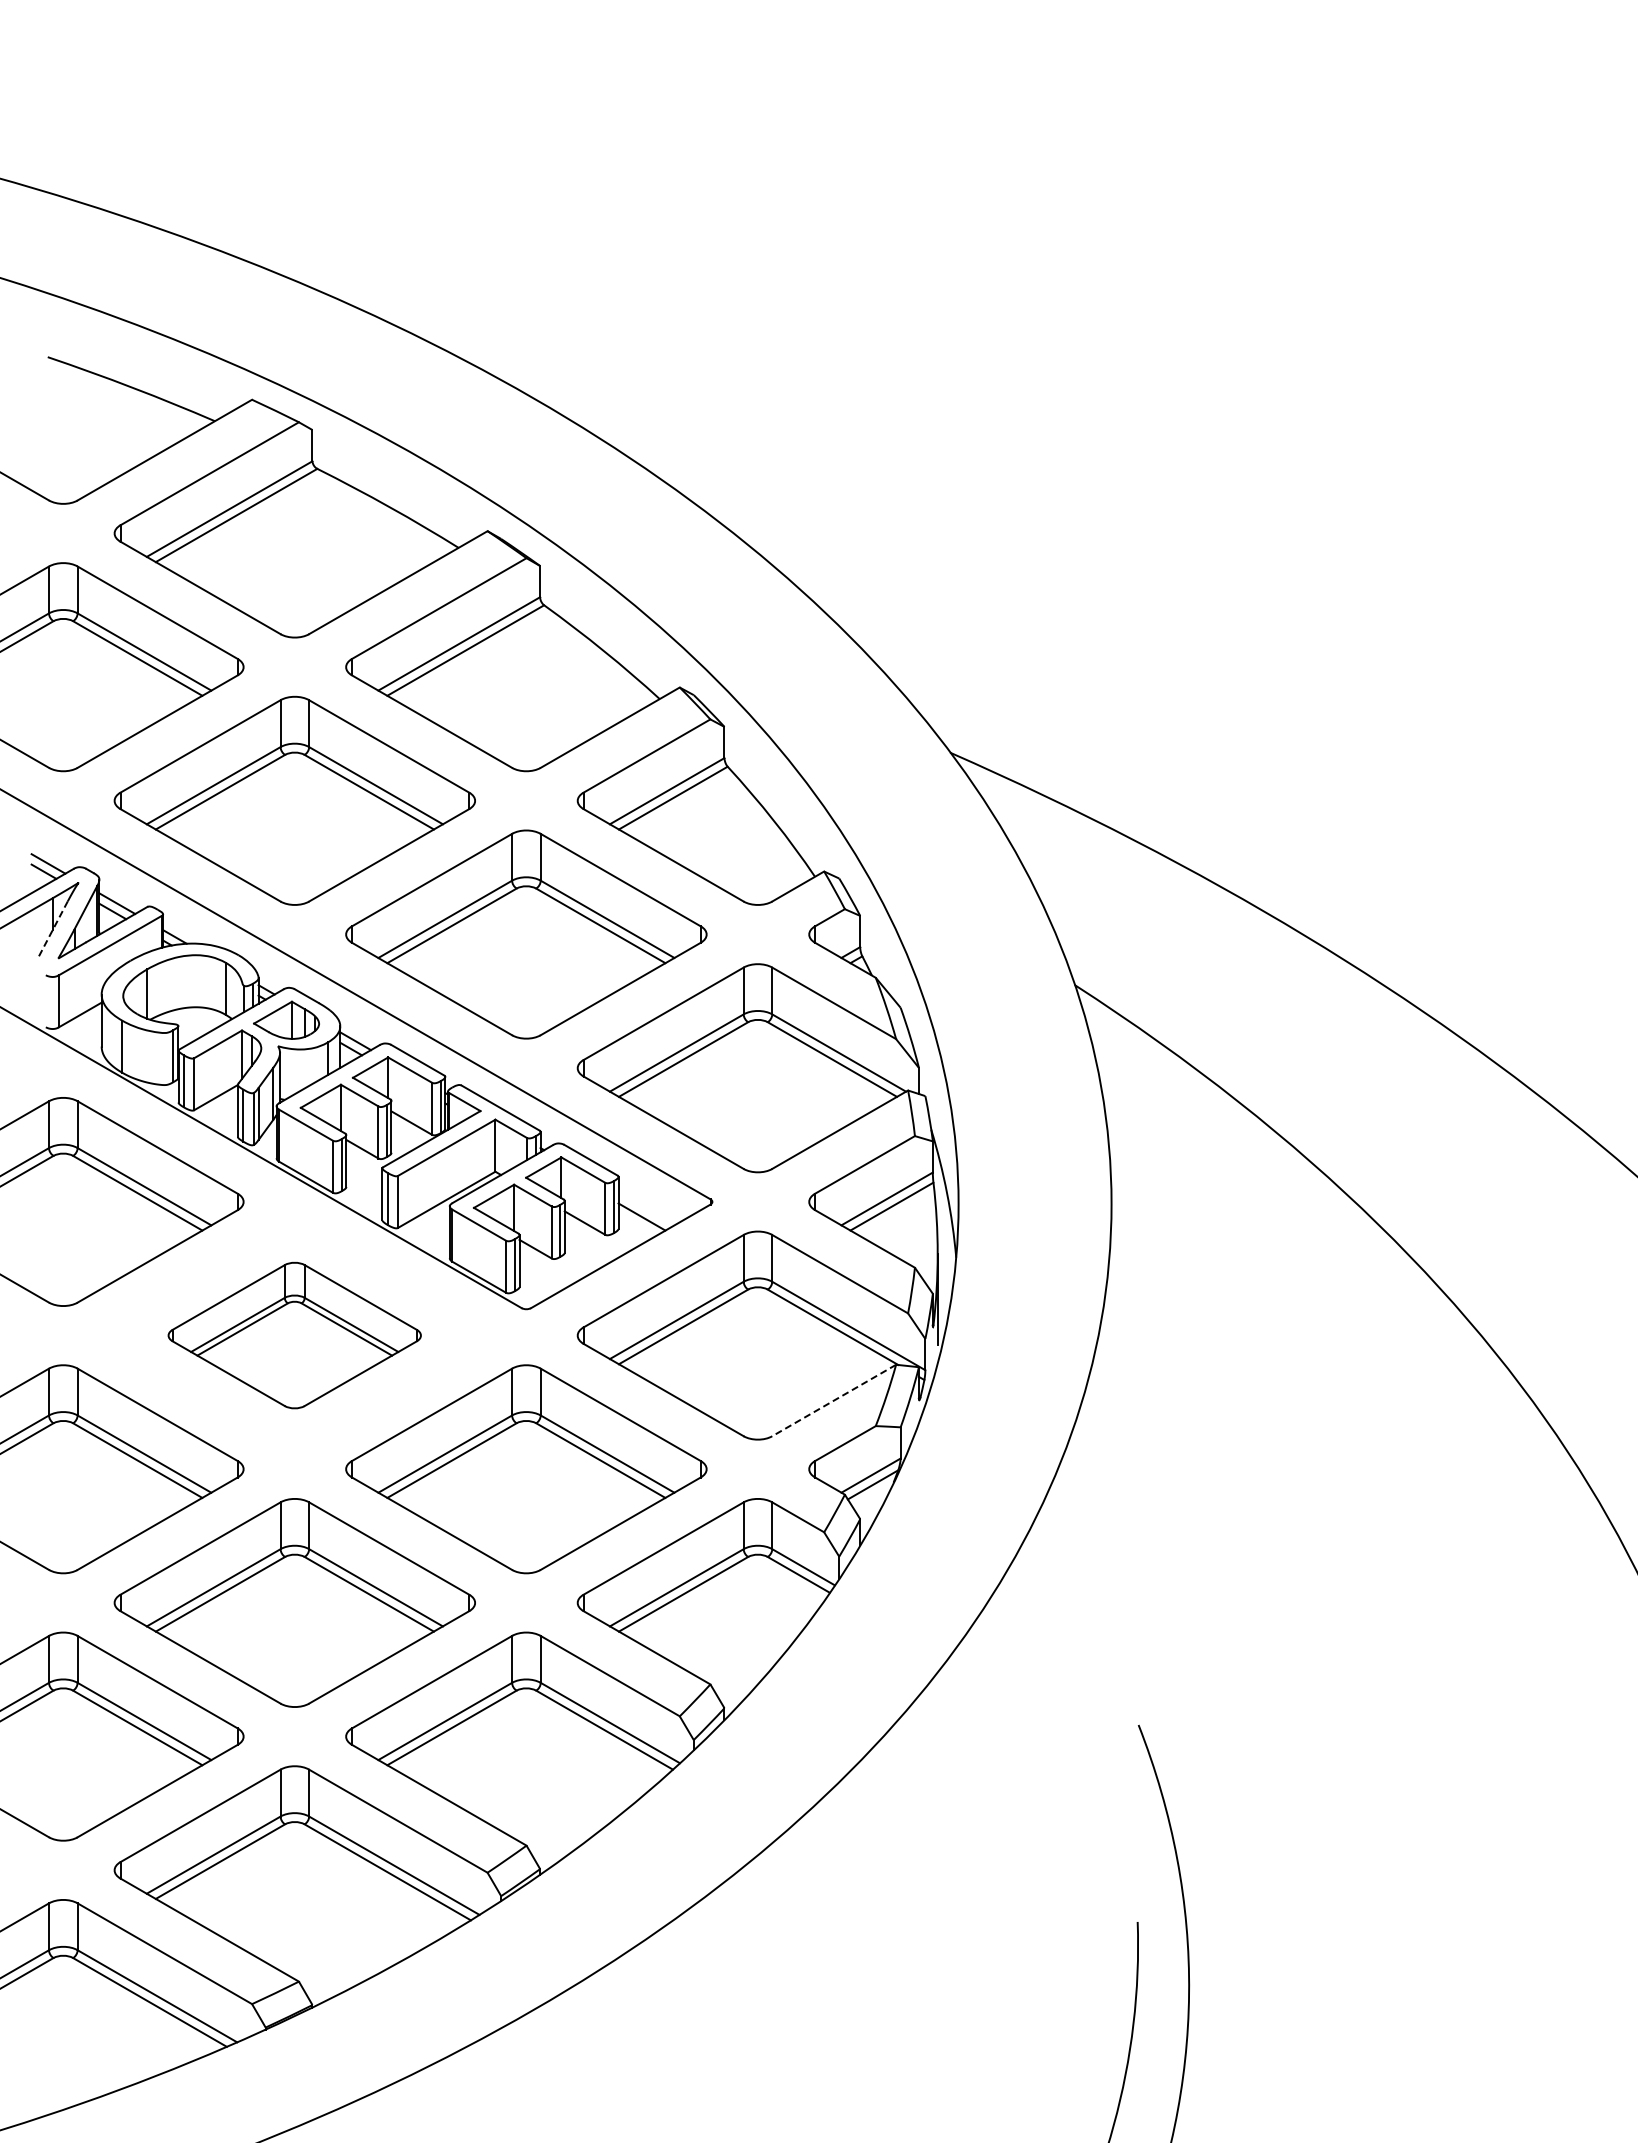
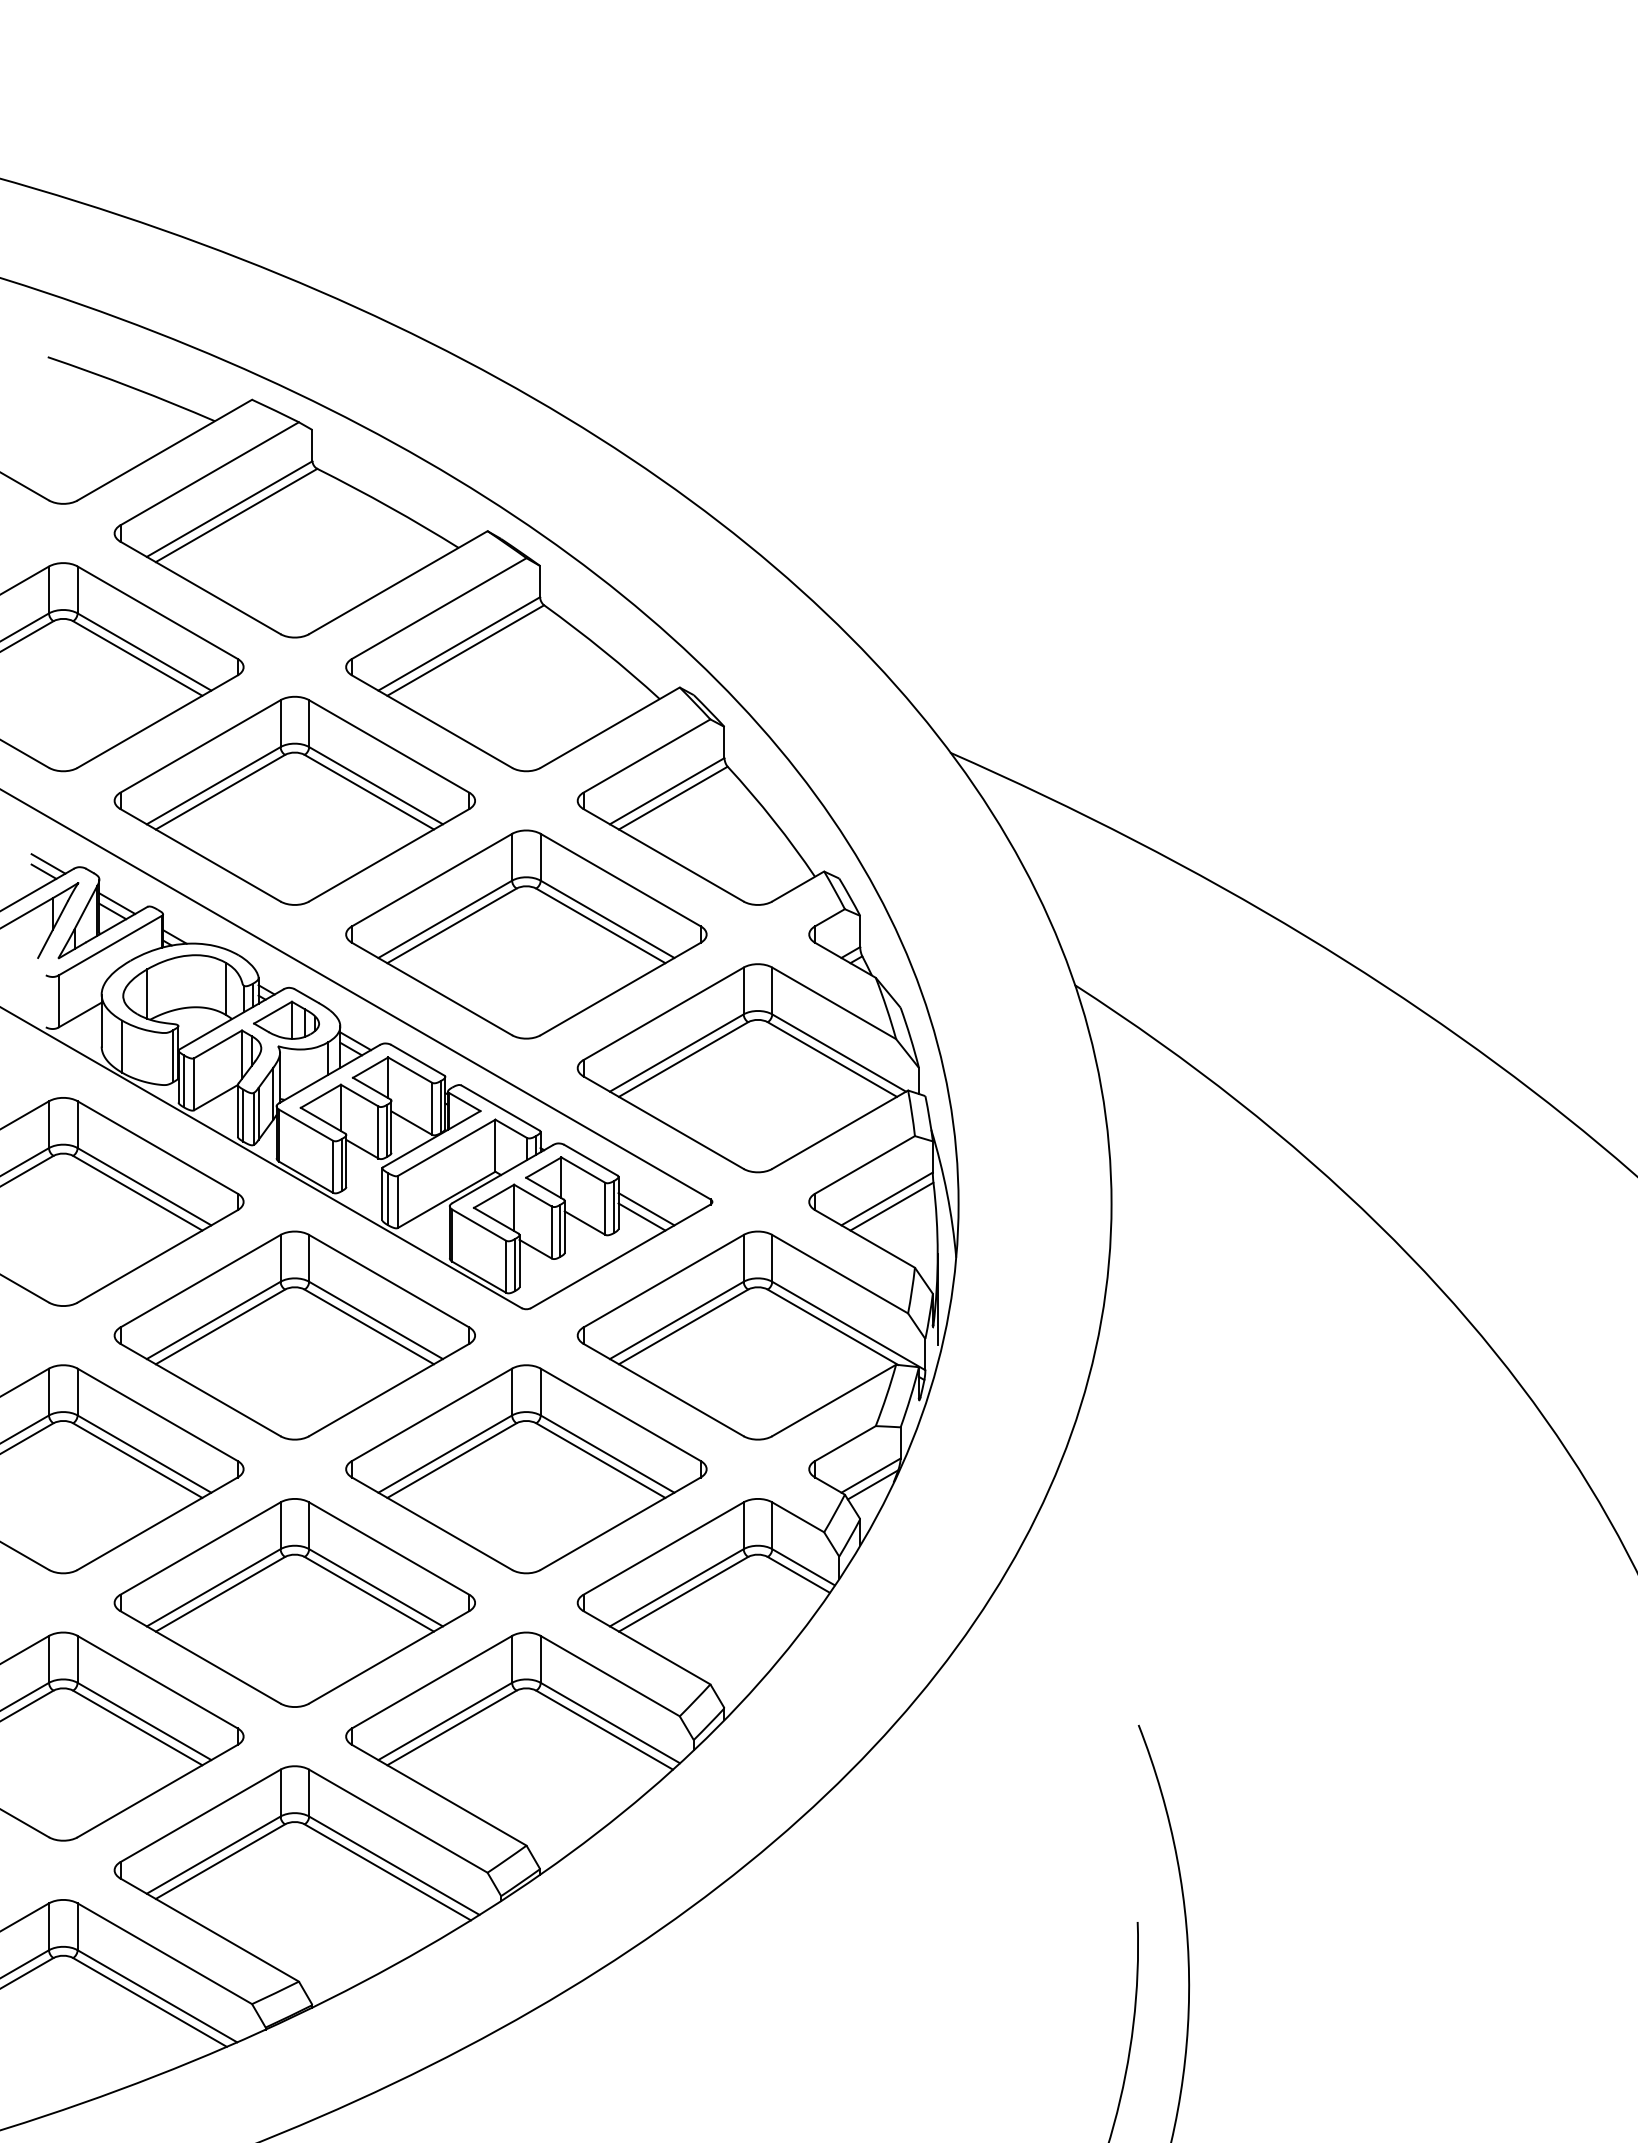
line at (52, 929): dashed -> solid
line at (646, 1209): none -> present
part at (294, 1335) size: 255x149 px -> 363x211 px
line at (833, 1400): dashed -> solid
